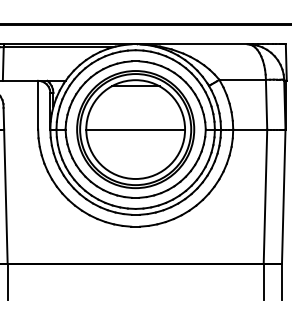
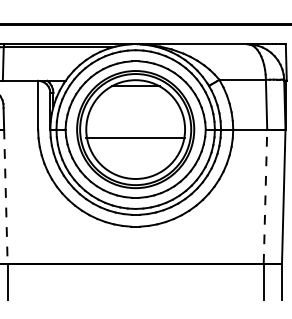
line at (135, 129) position: (135, 129) -> (135, 137)
line at (265, 196): solid -> dashed
line at (5, 197): solid -> dashed
